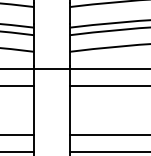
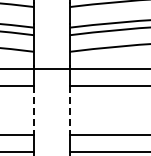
line at (34, 110): solid -> dashed
line at (69, 110): solid -> dashed
